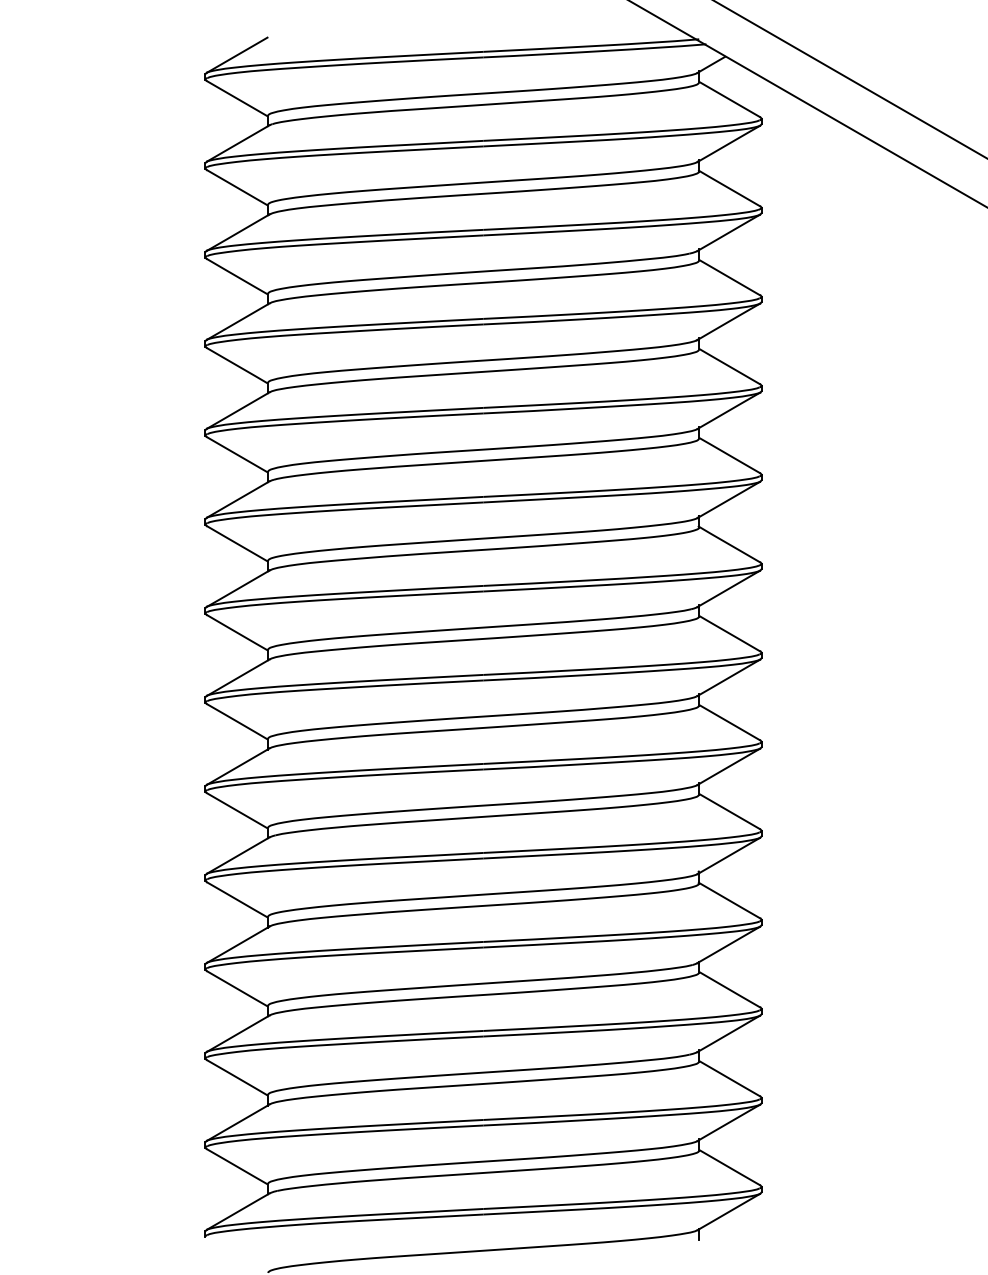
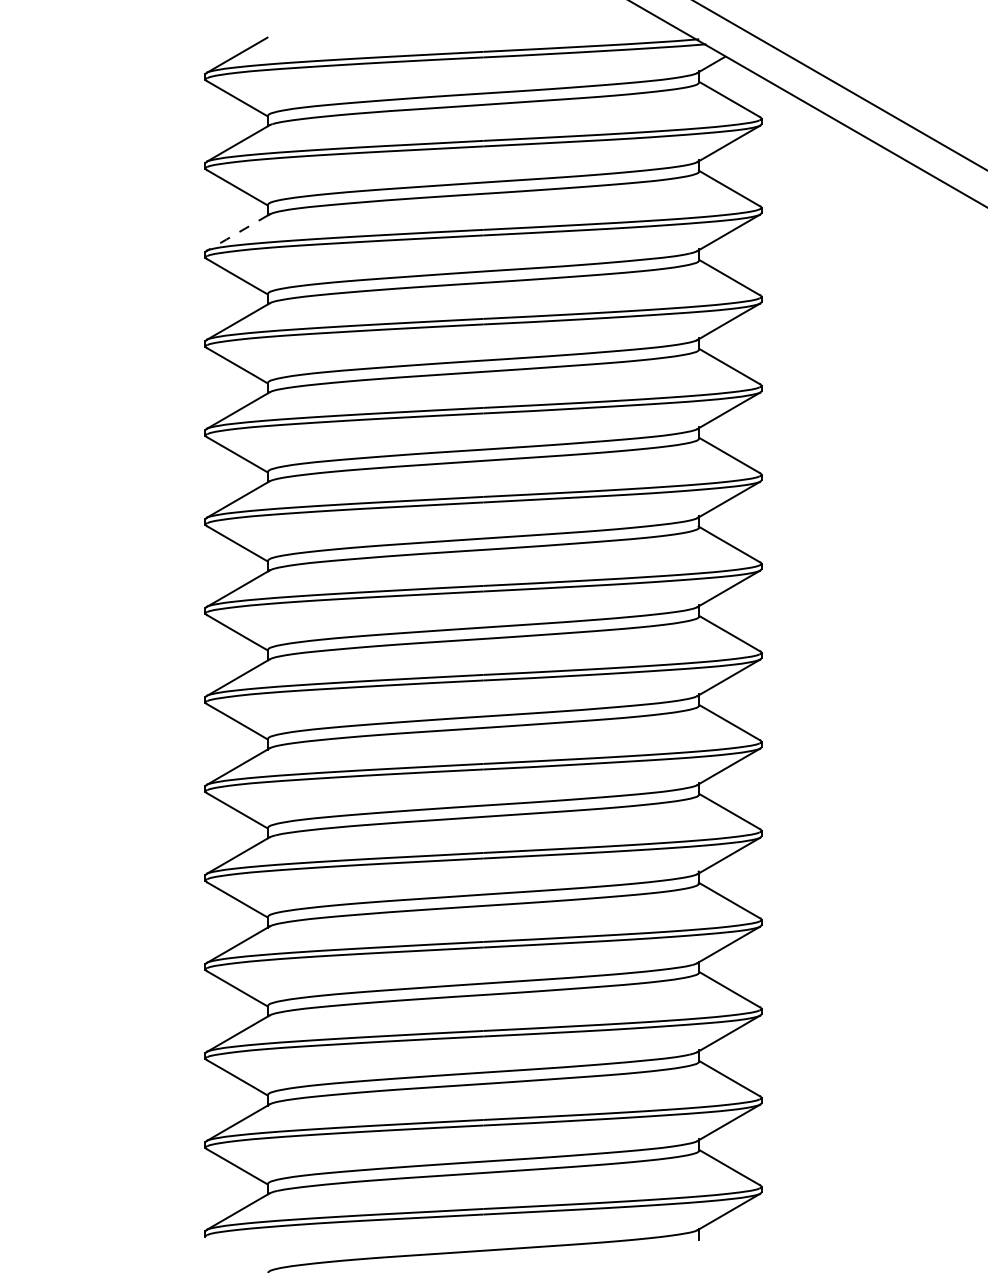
line at (850, 79) position: (850, 79) -> (840, 85)
line at (236, 233): solid -> dashed
